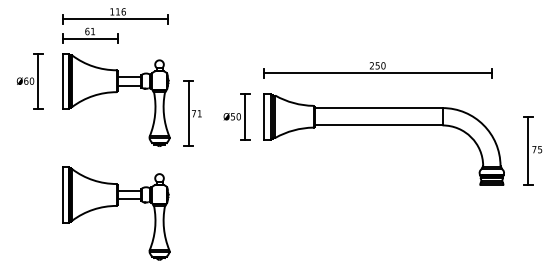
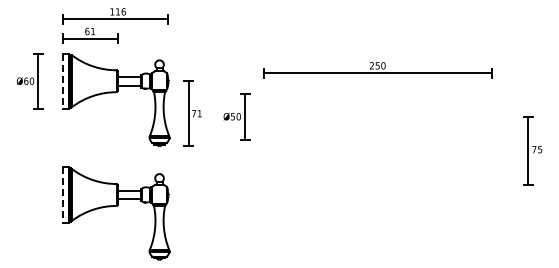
line at (62, 81): solid -> dashed
part at (383, 125): present -> none
line at (62, 194): solid -> dashed
